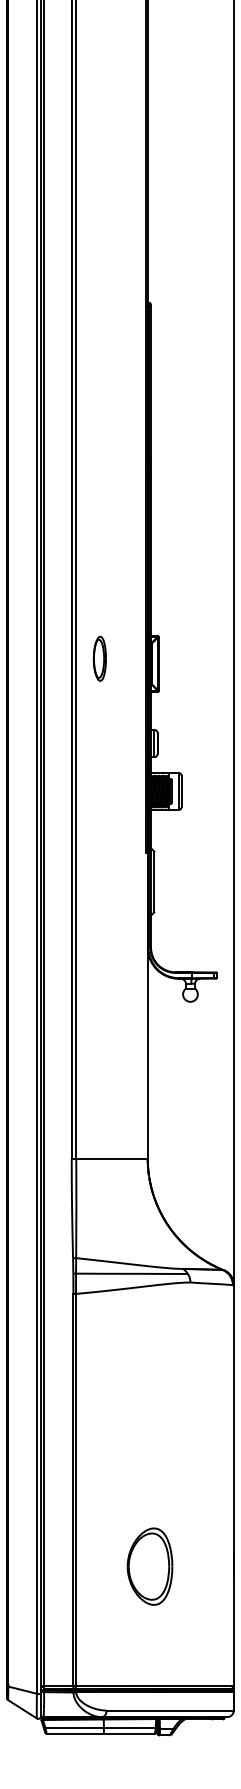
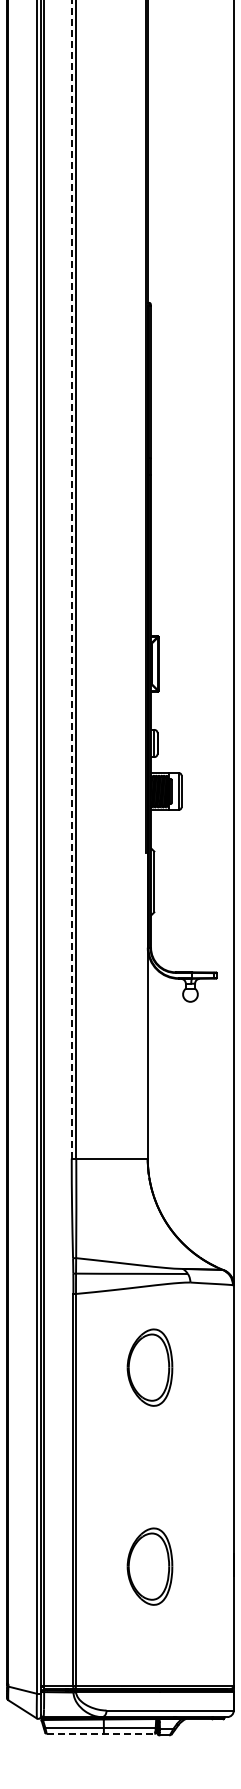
line at (71, 579): solid -> dashed
part at (99, 658): present -> none
part at (149, 1367): none -> present
line at (101, 1733): solid -> dashed
